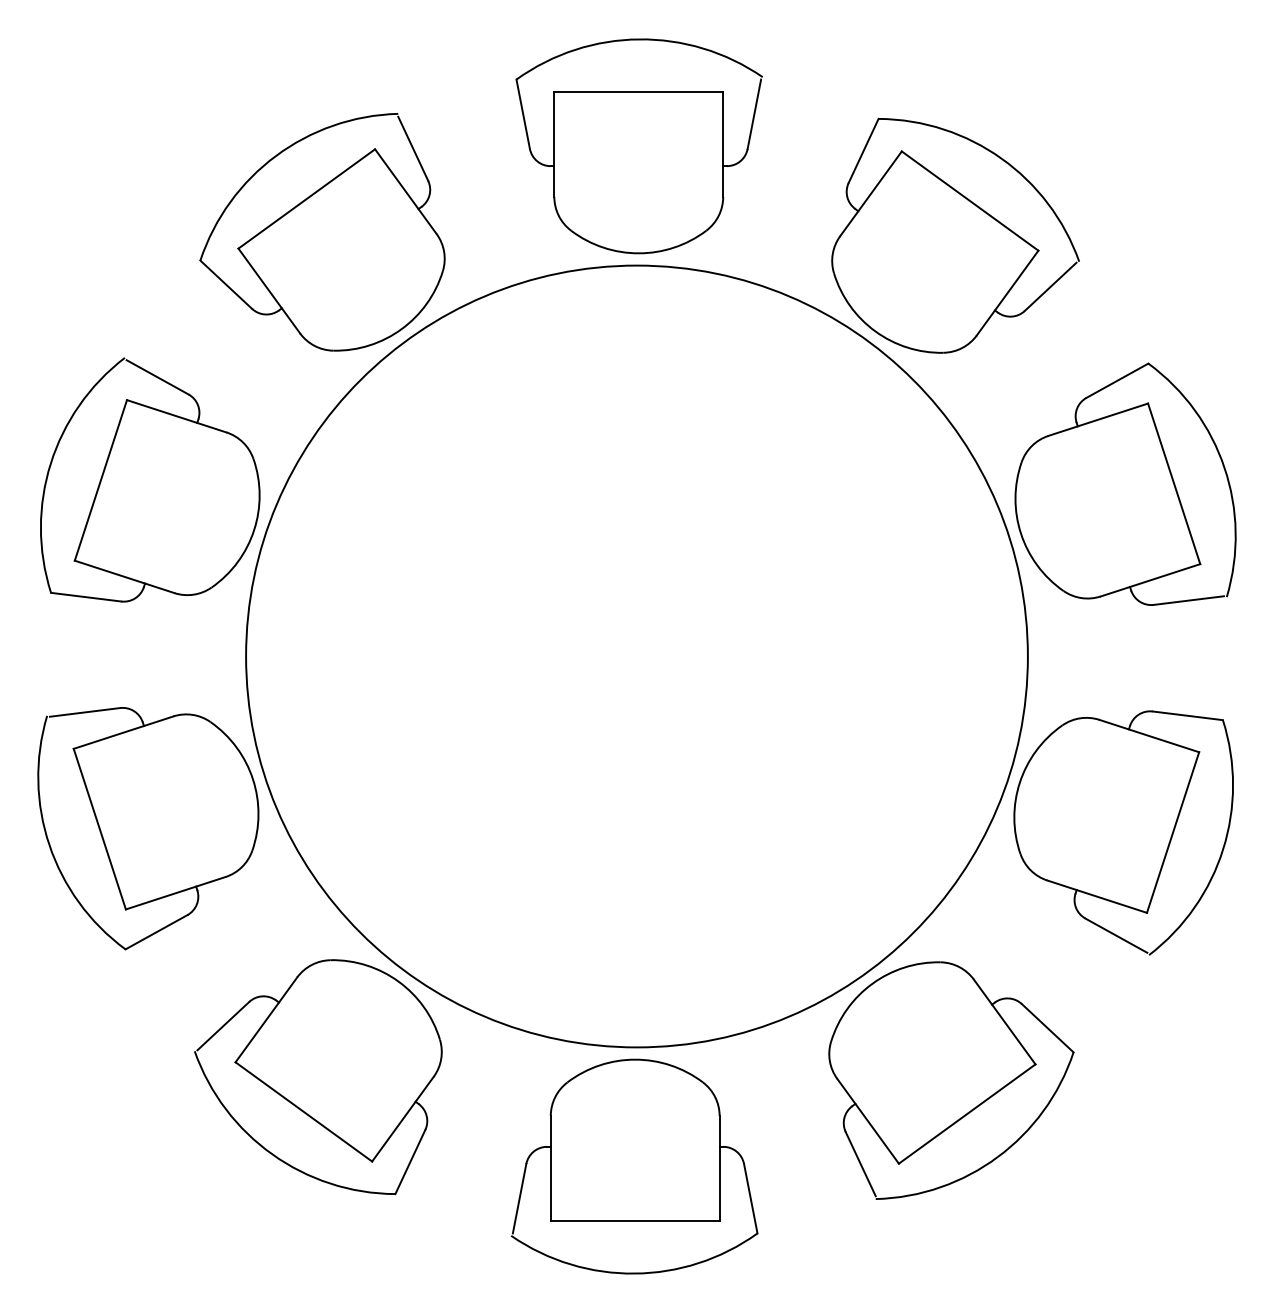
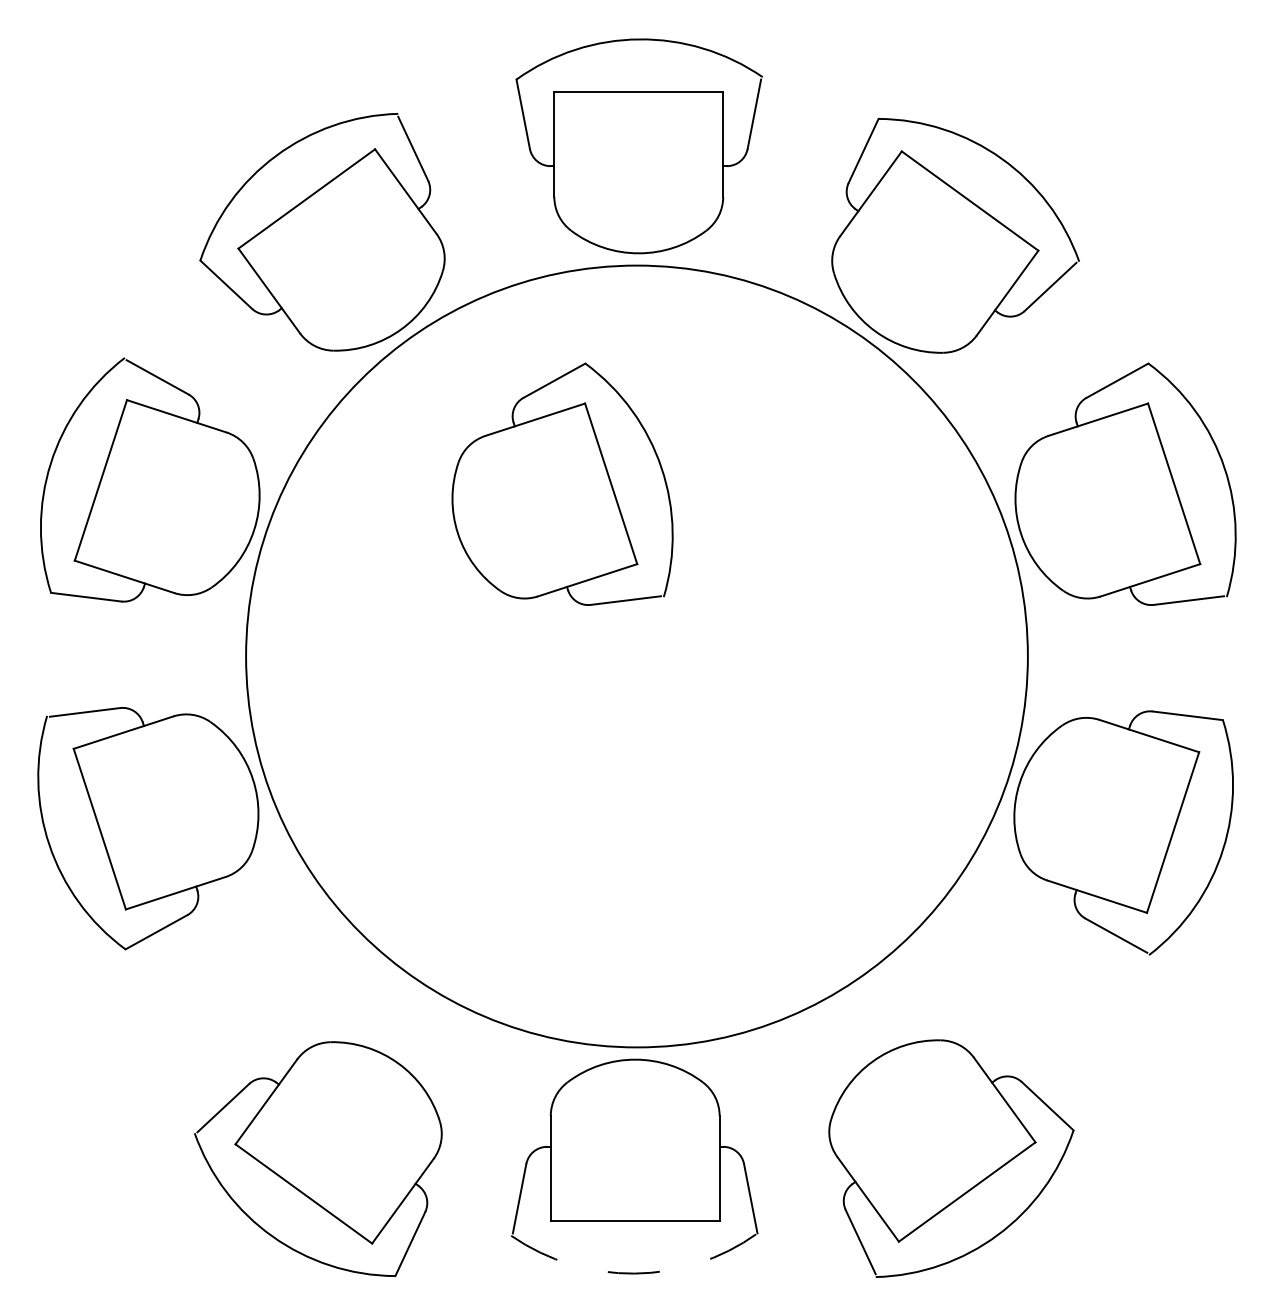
part at (562, 483): none -> present
part at (318, 1077) position: (318, 1077) -> (318, 1159)
part at (951, 1080) position: (951, 1080) -> (951, 1158)
arc at (634, 1273): solid -> dashed
